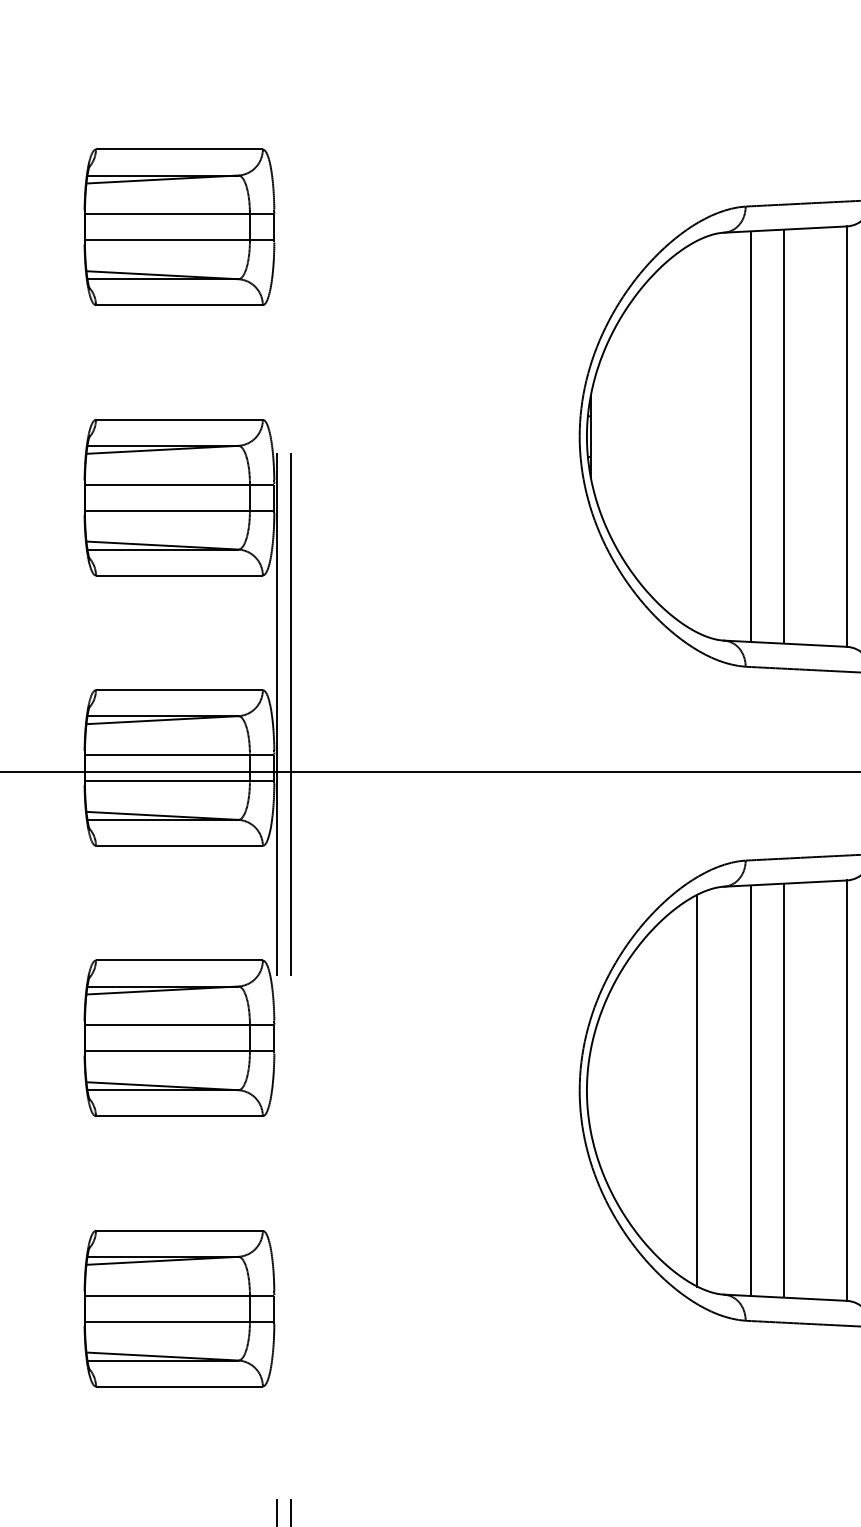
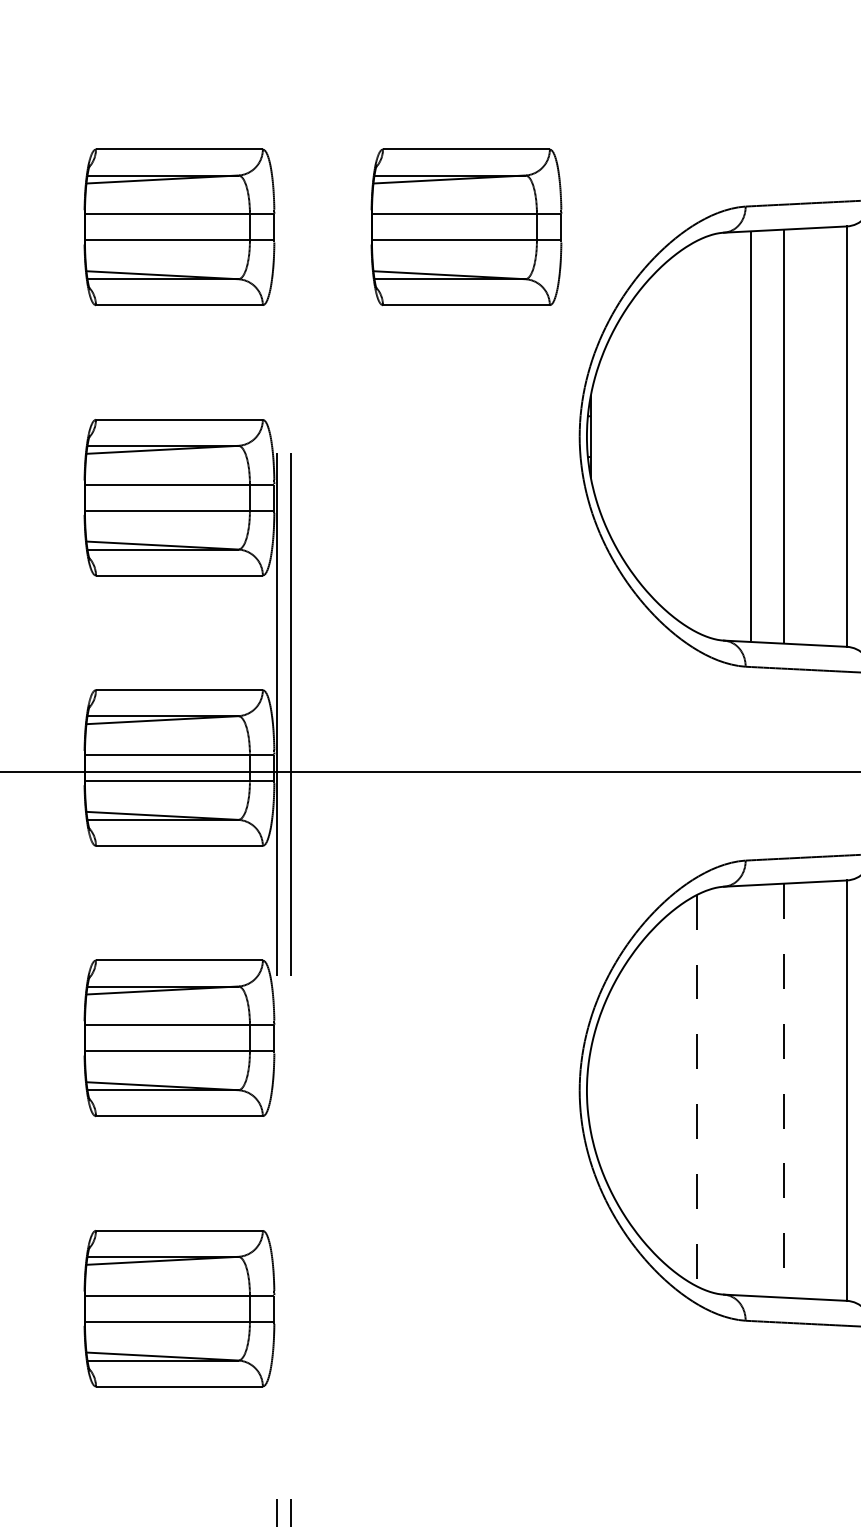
part at (466, 227): none -> present
line at (697, 1090): solid -> dashed
line at (751, 1090): present -> none
line at (784, 1091): solid -> dashed
